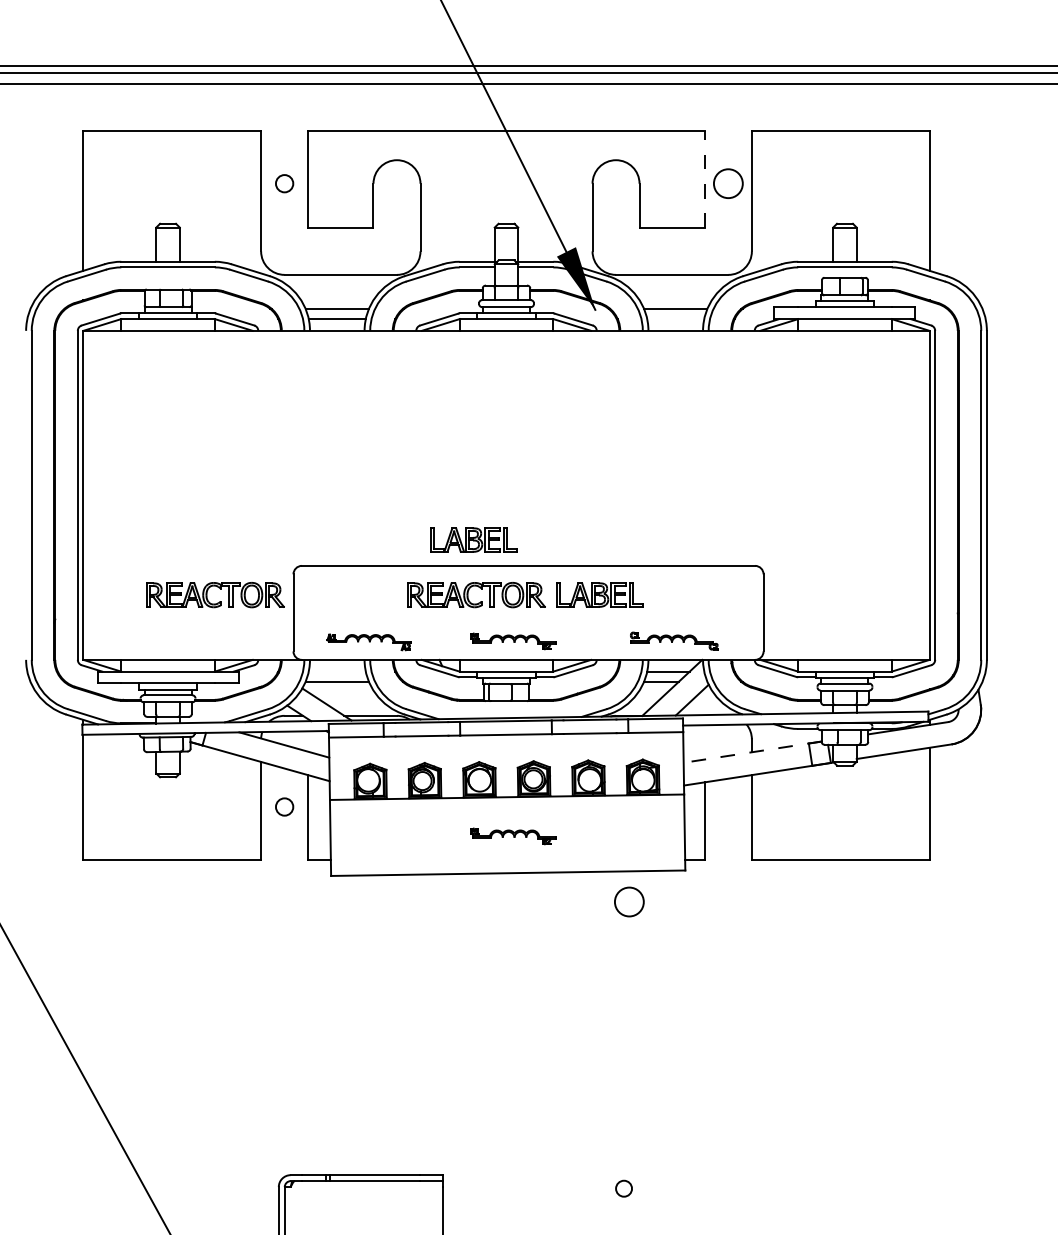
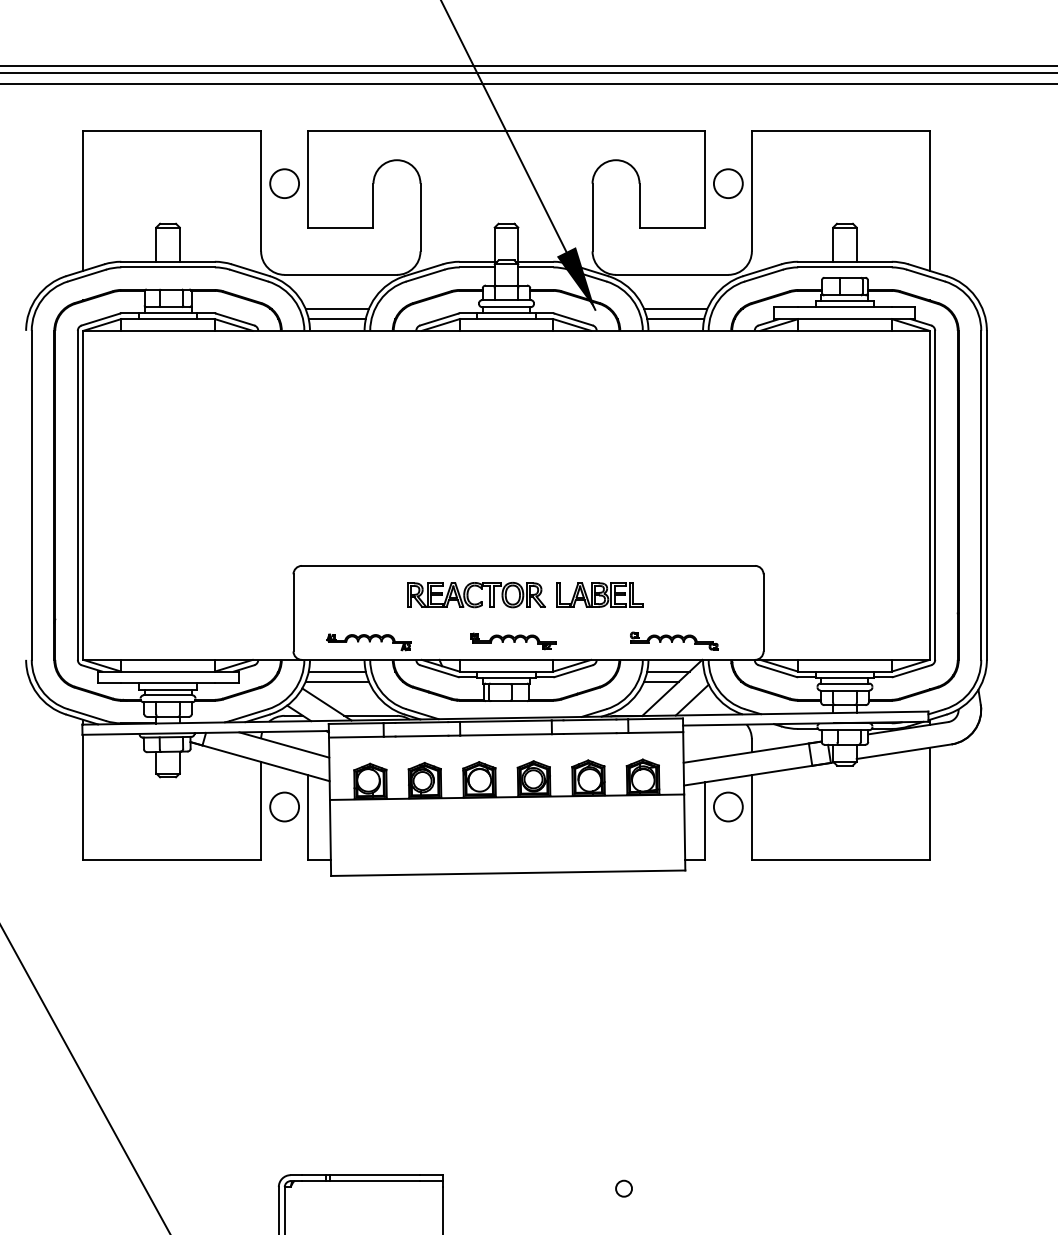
line at (704, 178): dashed -> solid
circle at (284, 183) diameter: 17 px -> 29 px
line at (675, 319): none -> present
part at (473, 539): present -> none
part at (219, 601): present -> none
line at (336, 671): none -> present
line at (752, 752): dashed -> solid
circle at (284, 806) diameter: 17 px -> 29 px
part at (513, 836): present -> none
circle at (629, 901) position: (629, 901) -> (728, 806)
